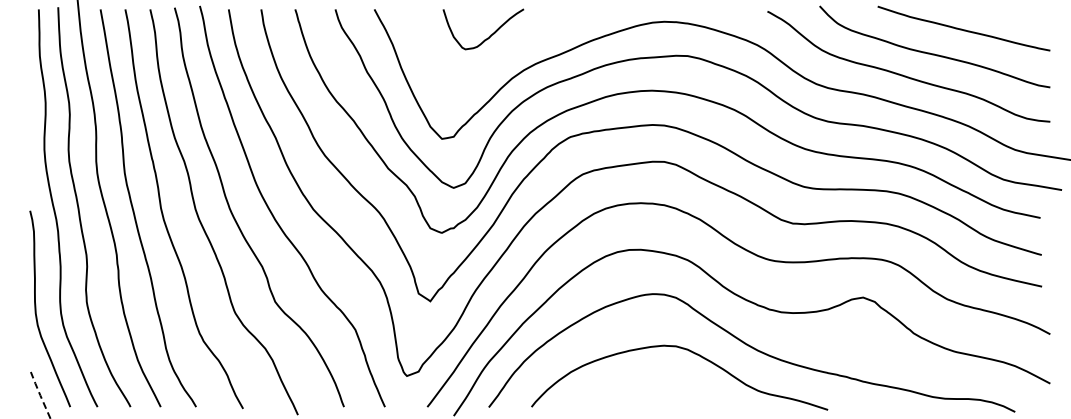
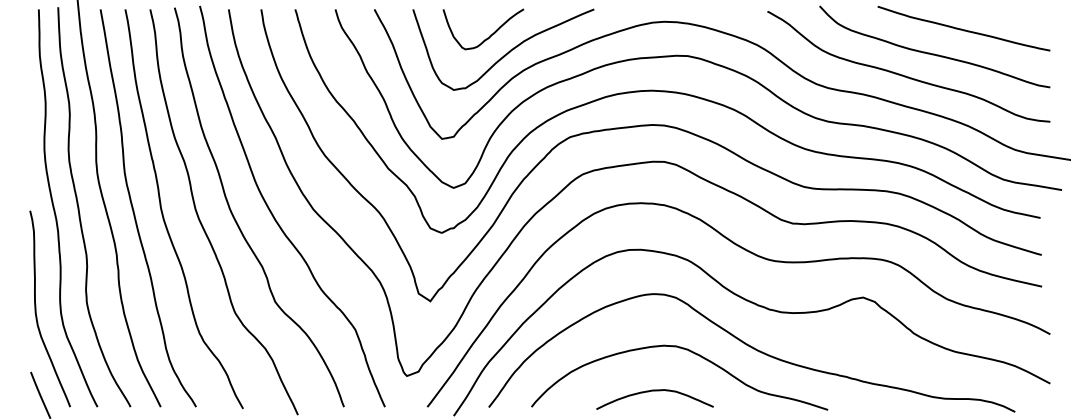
curve at (507, 52): none -> present
curve at (654, 391): none -> present
line at (40, 395): dashed -> solid
